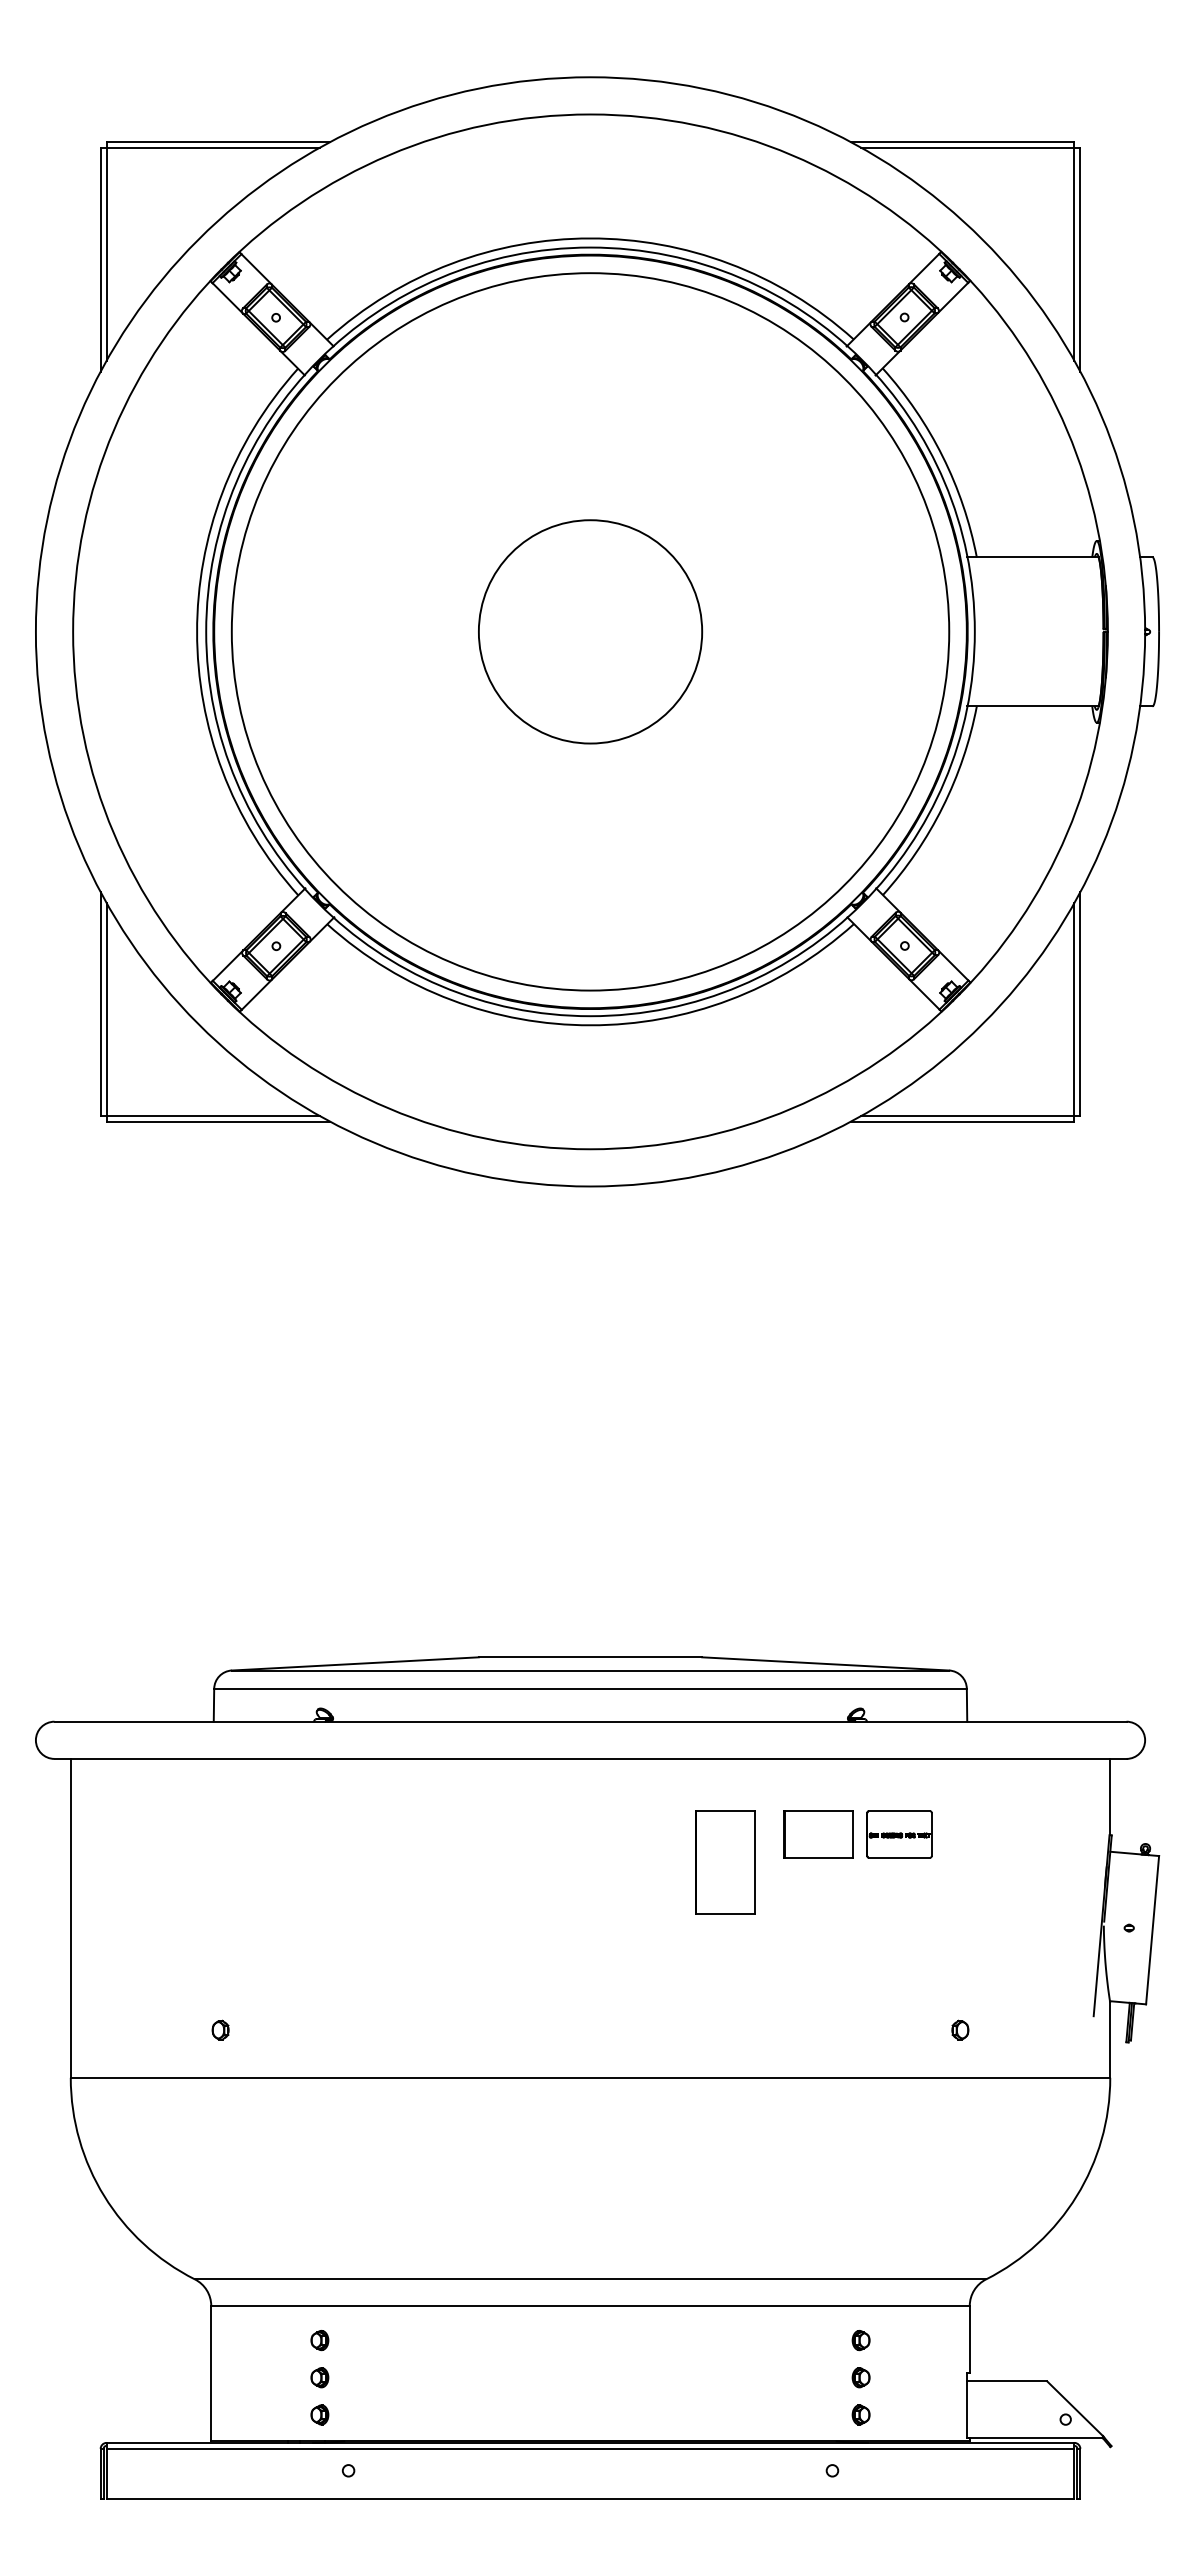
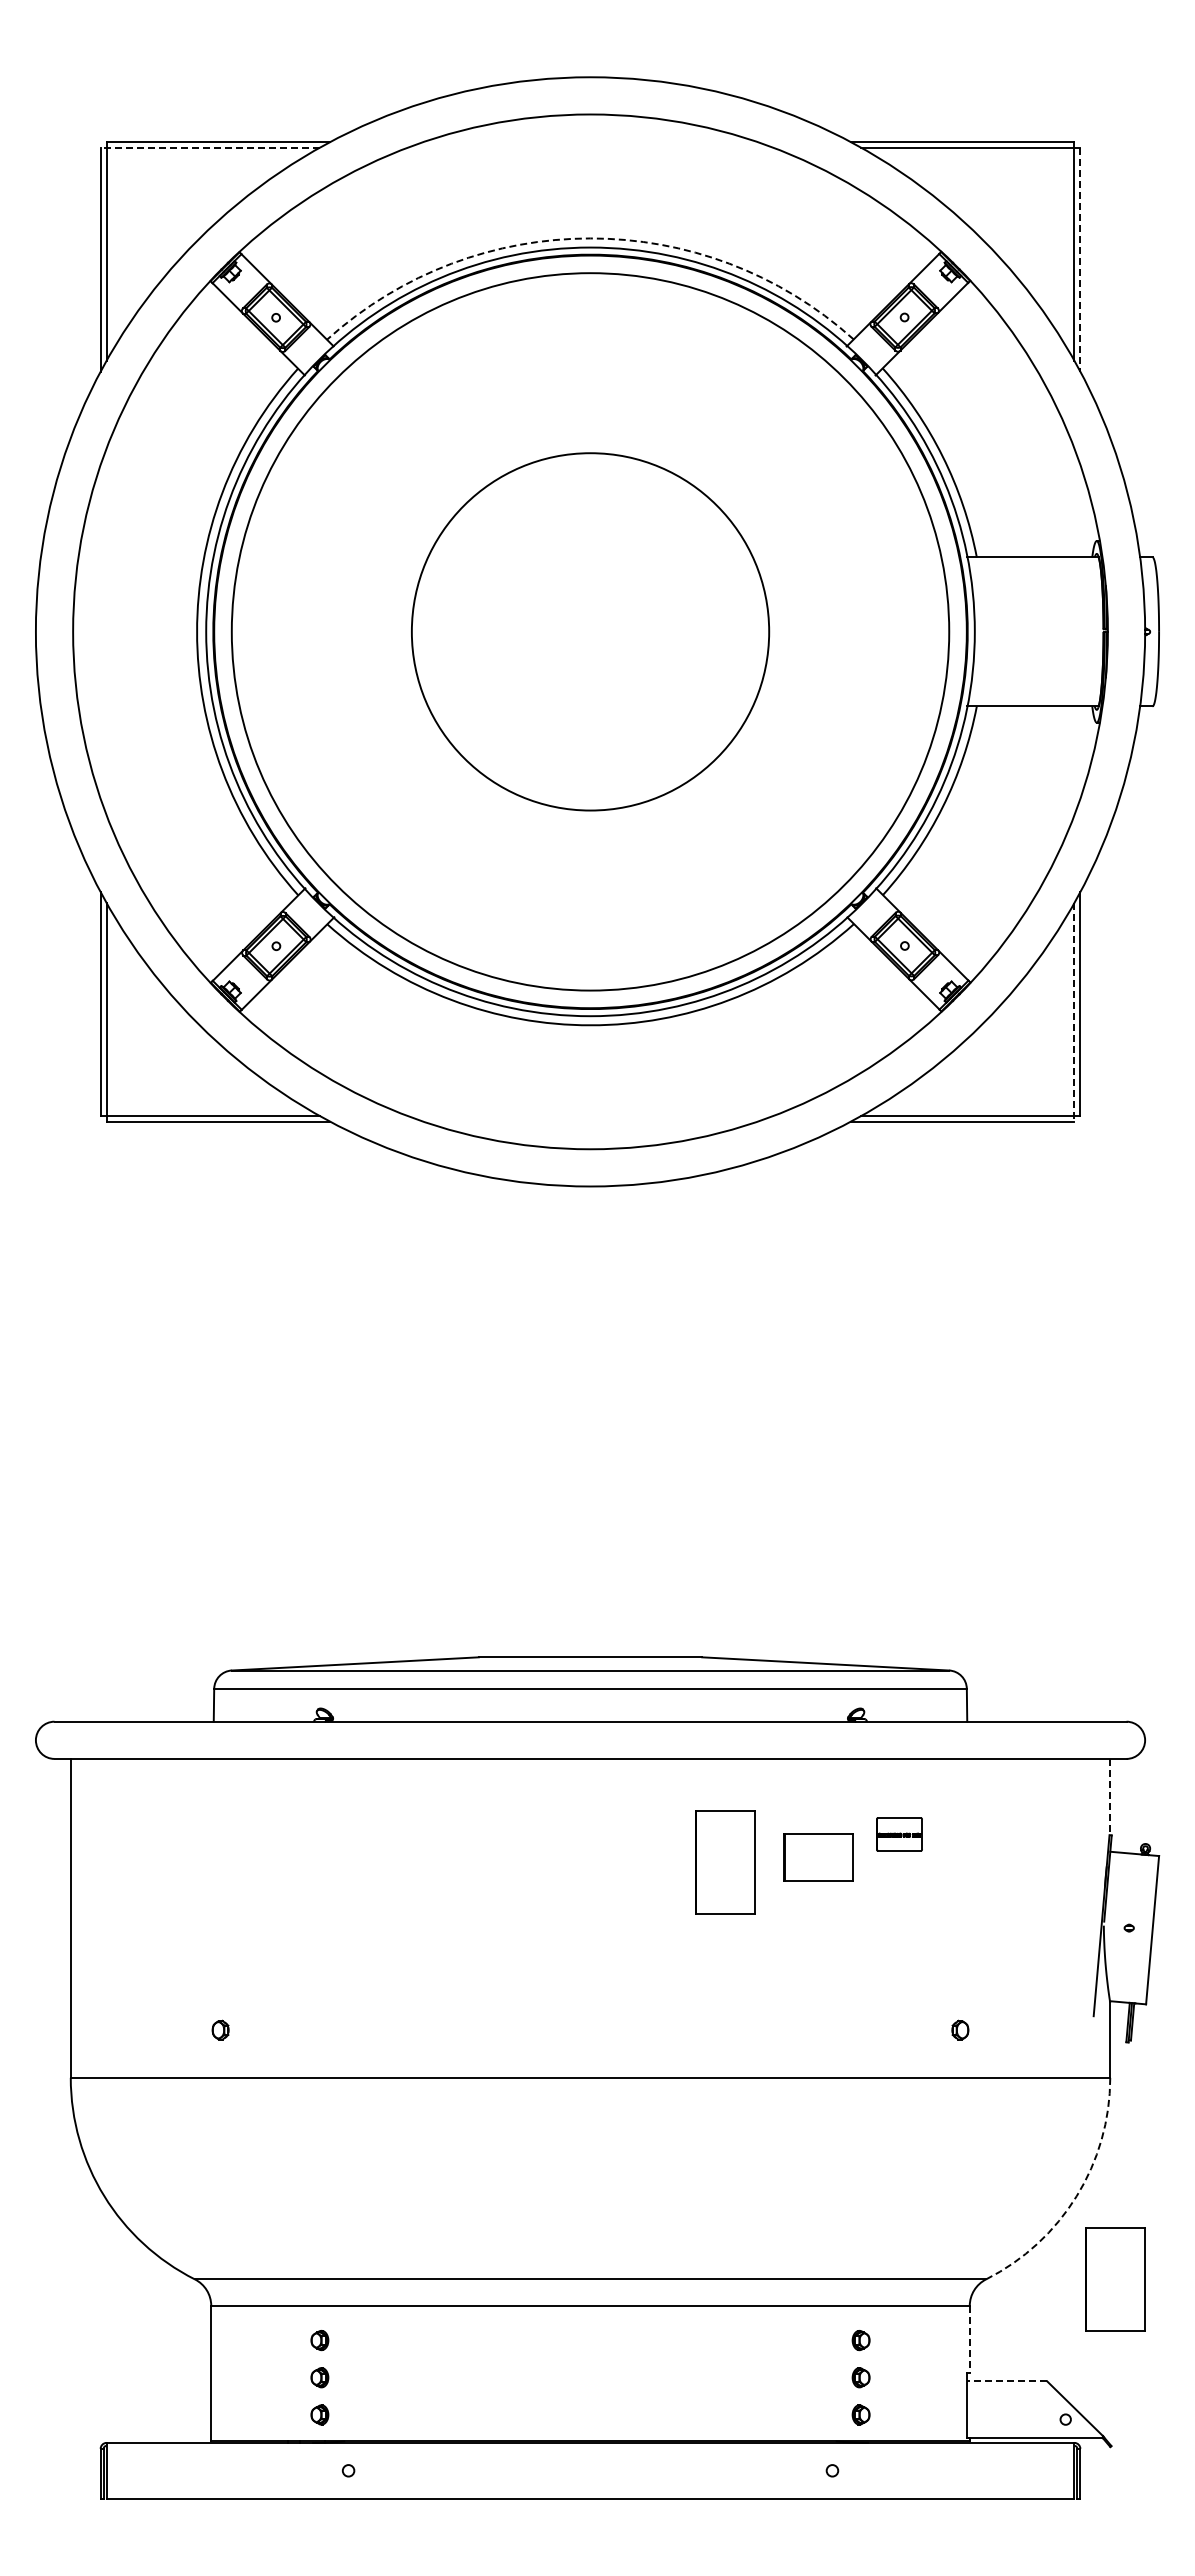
line at (210, 148): solid -> dashed
arc at (590, 238): solid -> dashed
line at (1080, 260): solid -> dashed
circle at (590, 631) diameter: 223 px -> 357 px
line at (1074, 1012): solid -> dashed
line at (1110, 1797): solid -> dashed
part at (818, 1834) position: (818, 1834) -> (818, 1857)
part at (899, 1834) size: 67x49 px -> 47x35 px
arc at (1076, 2196): solid -> dashed
part at (1115, 2279): none -> present
line at (969, 2339): solid -> dashed
line at (1007, 2381): solid -> dashed
line at (590, 2448): present -> none
